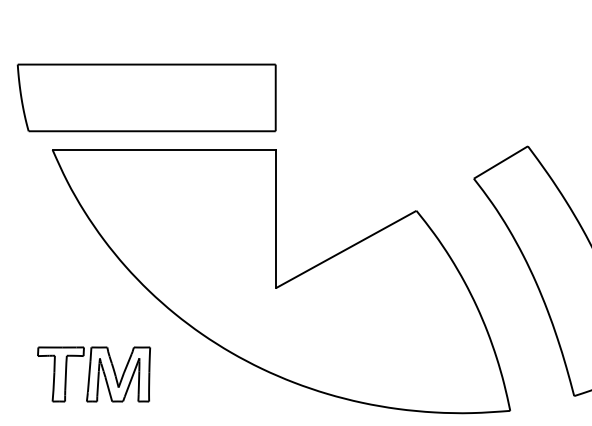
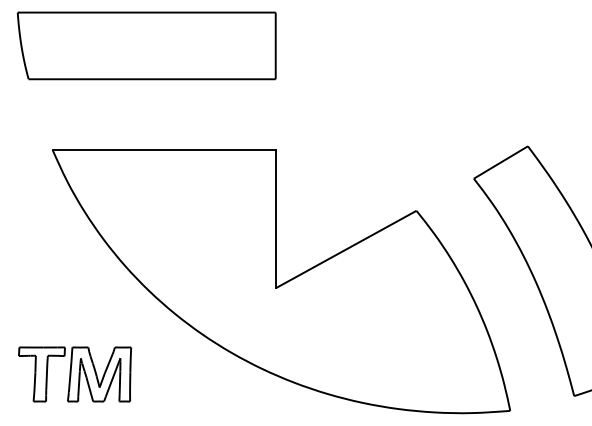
part at (146, 97) position: (146, 97) -> (146, 45)
part at (94, 374) position: (94, 374) -> (75, 374)
